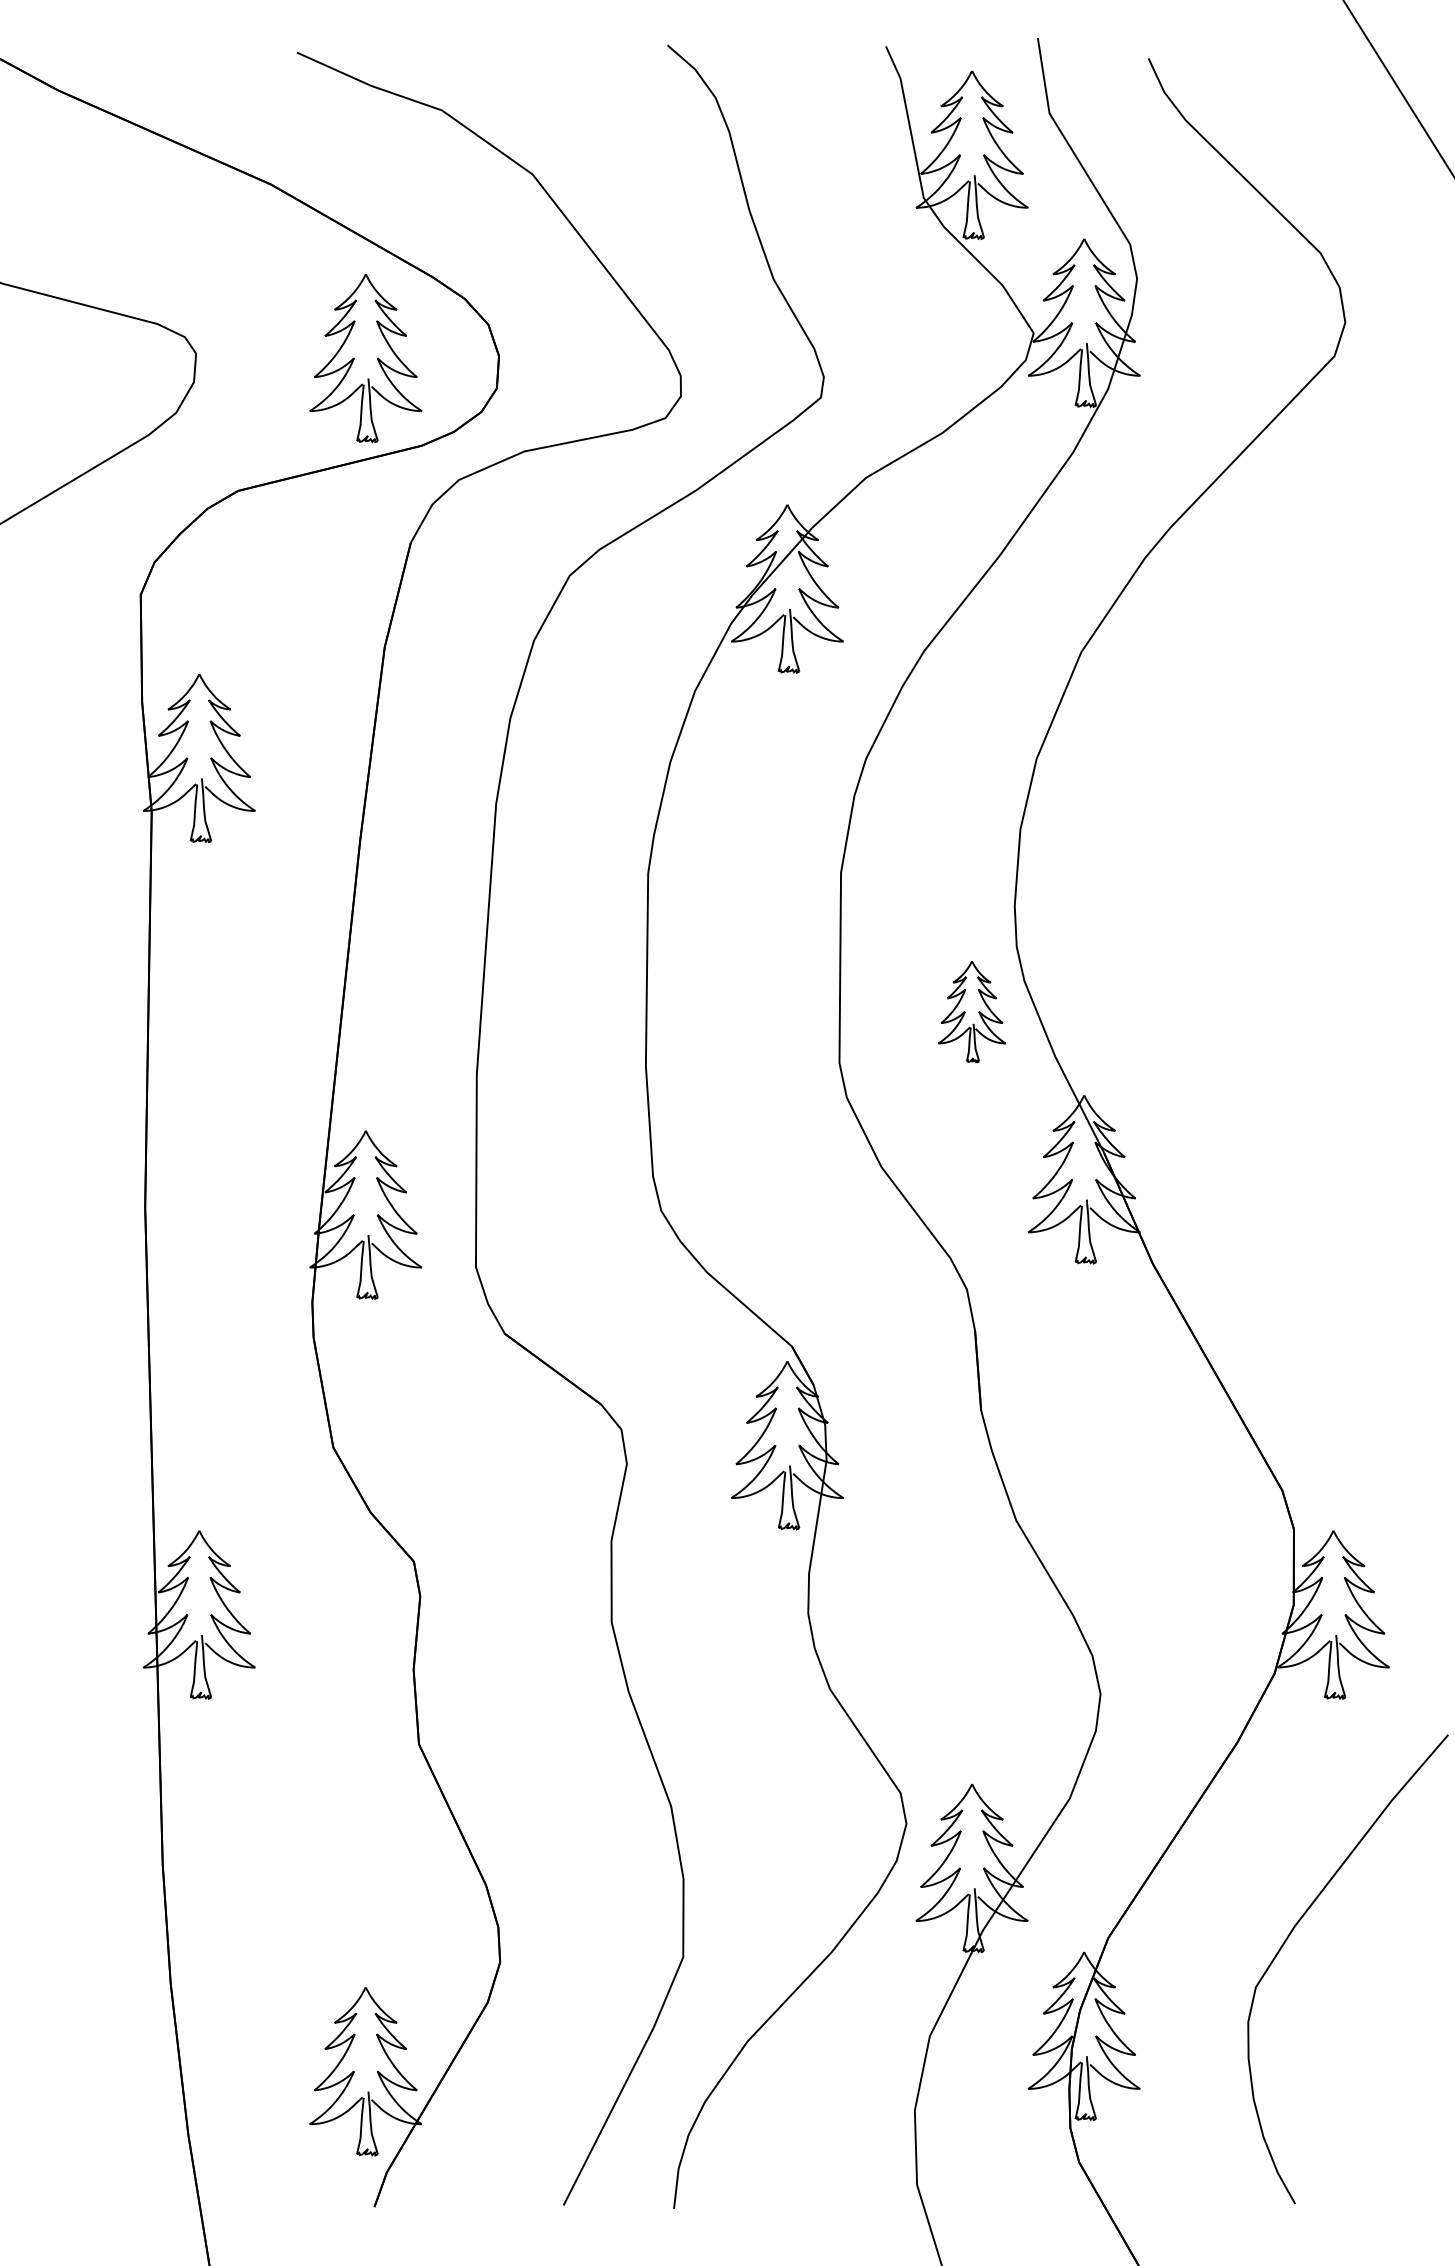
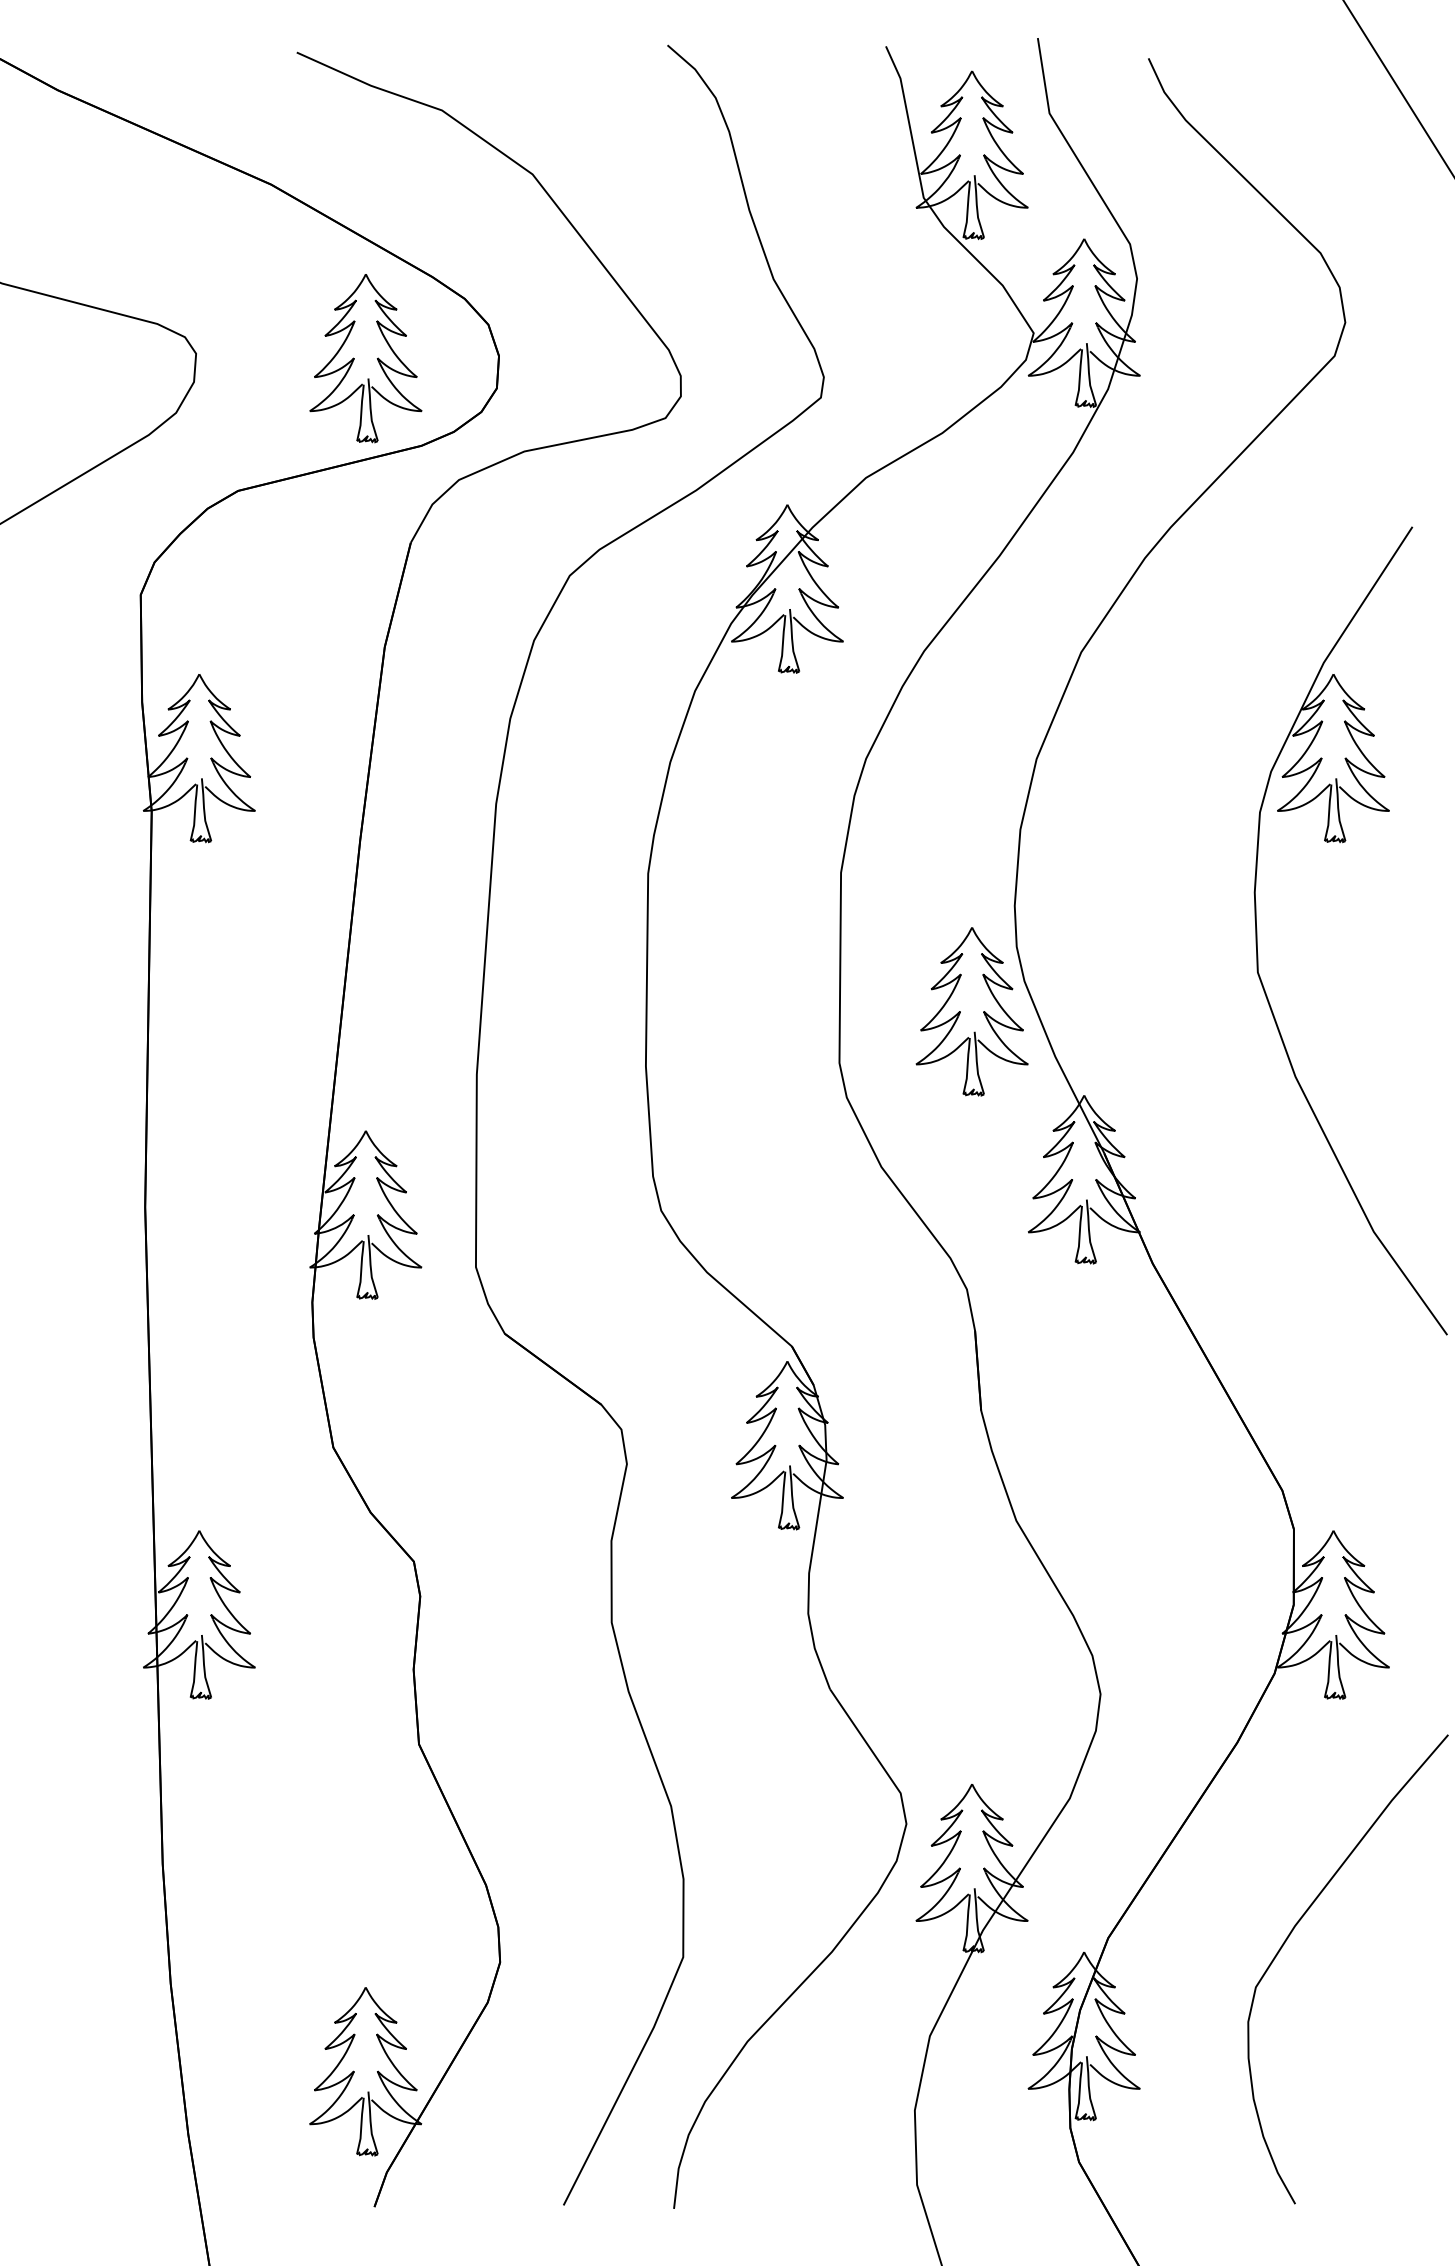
part at (1342, 843): none -> present
part at (971, 1012) size: 68x103 px -> 114x170 px
